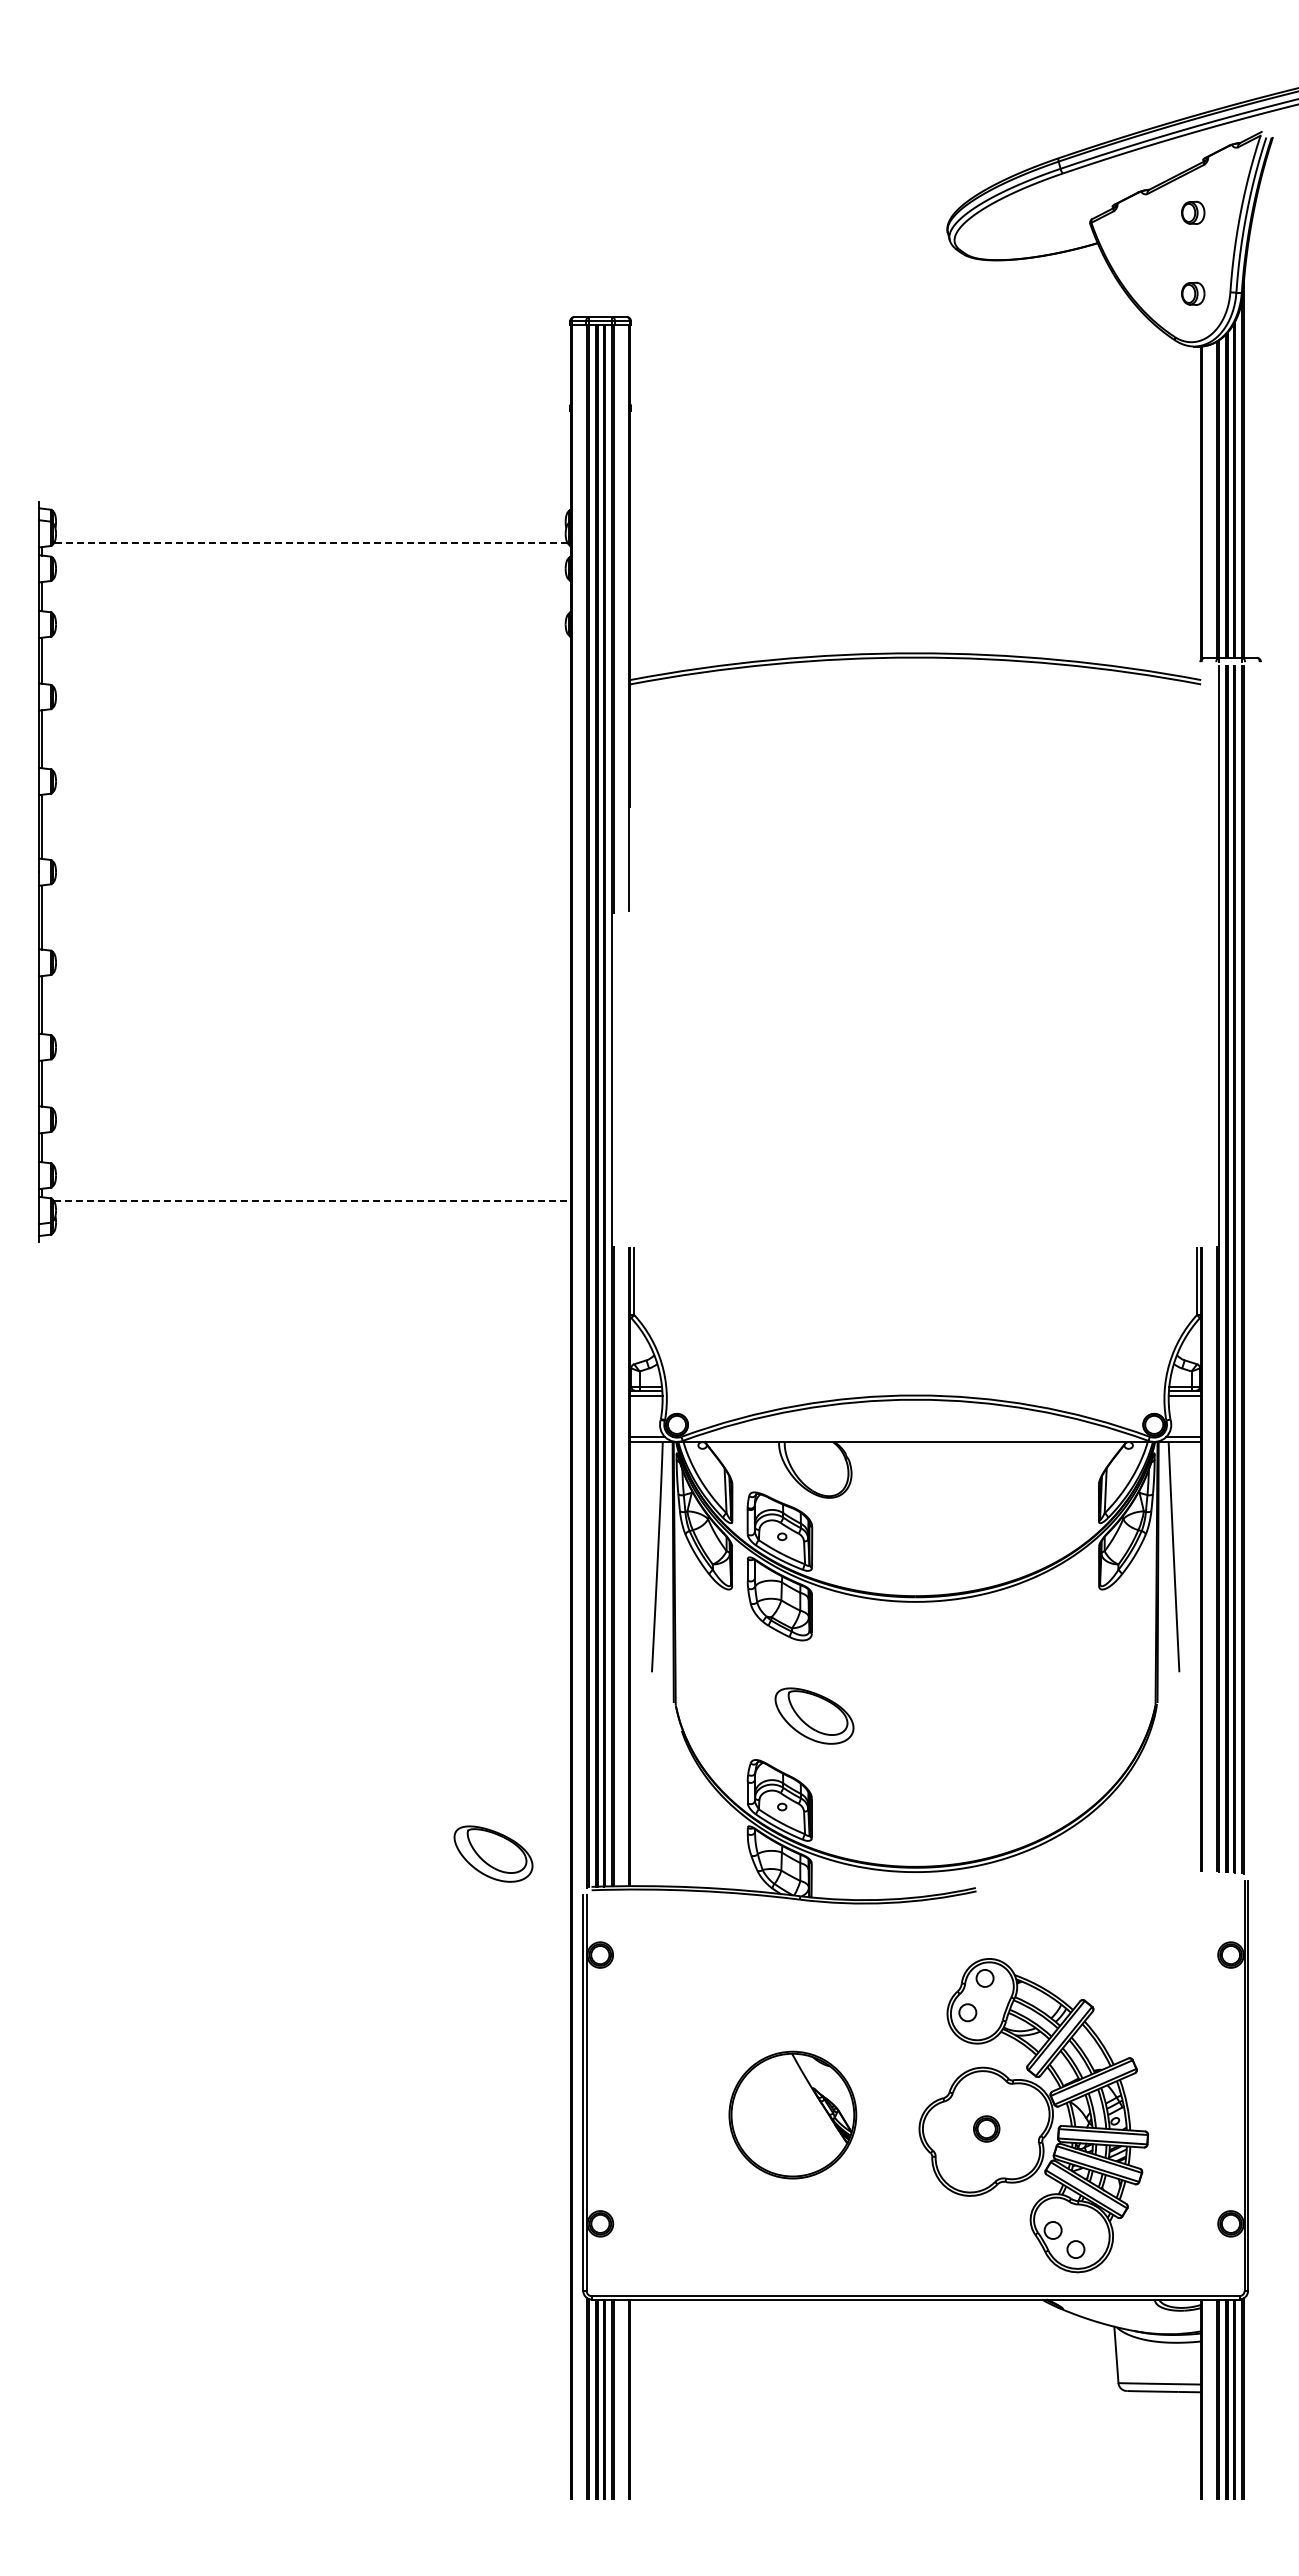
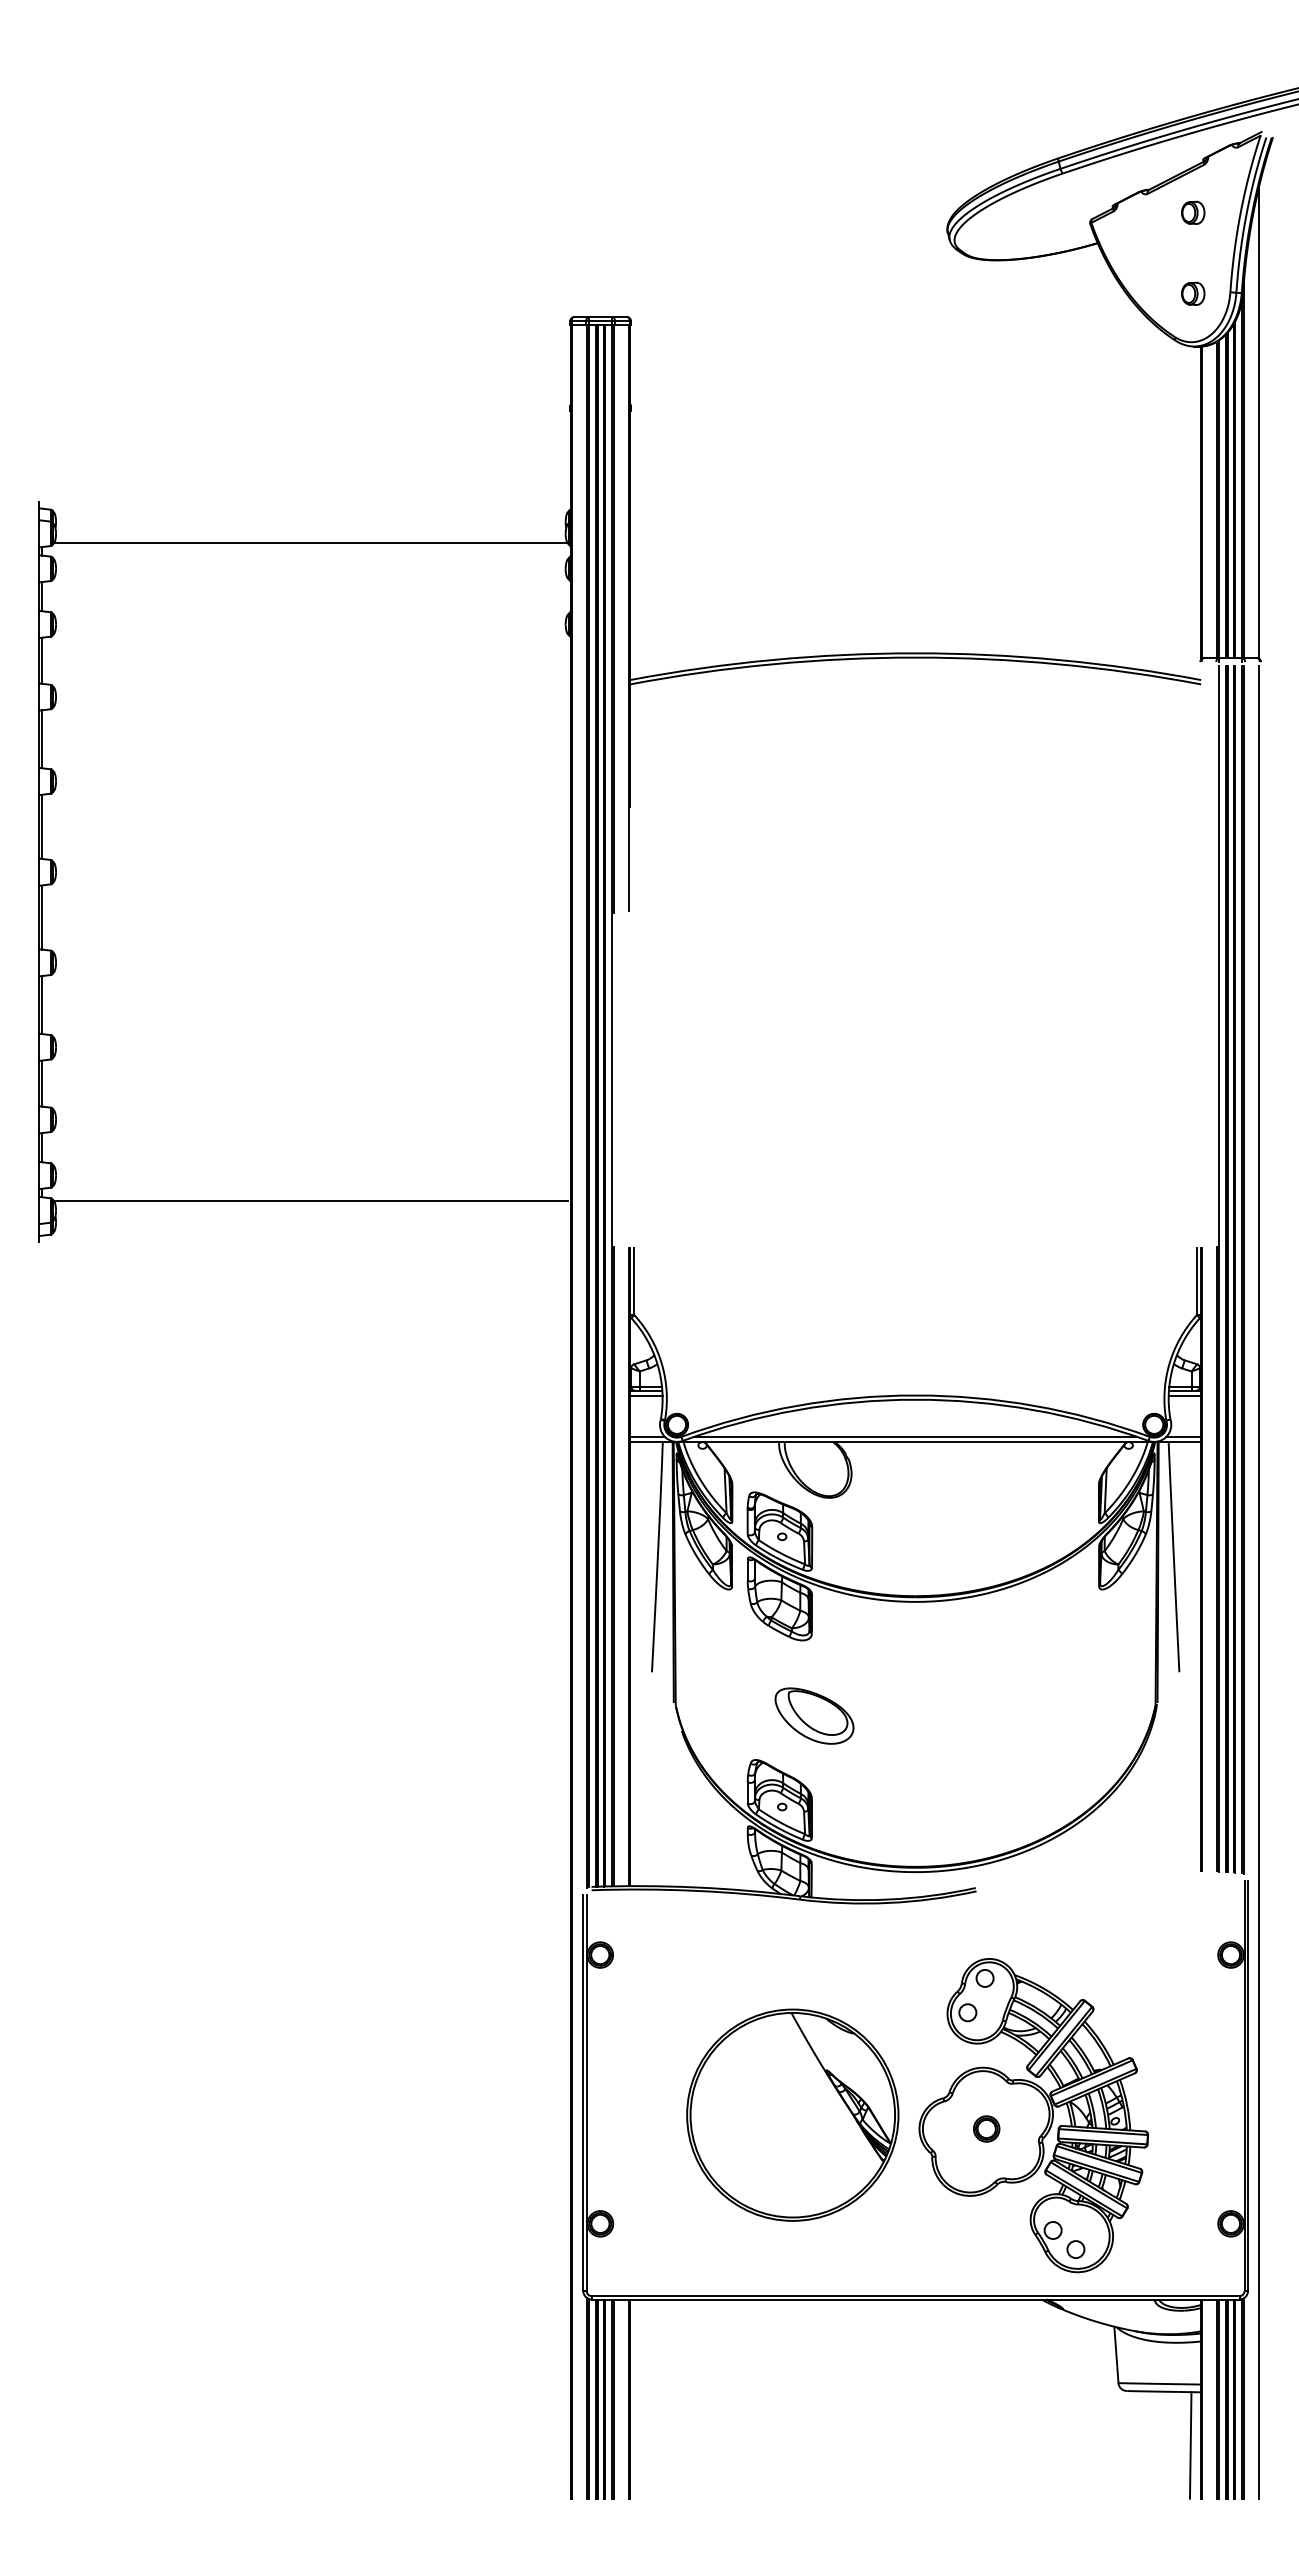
line at (1259, 422): none -> present
line at (310, 543): dashed -> solid
line at (310, 1201): dashed -> solid
line at (915, 1436): none -> present
line at (1259, 1582): none -> present
part at (493, 1853): present -> none
part at (792, 2114) size: 130x130 px -> 214x214 px
line at (1190, 2445): none -> present
